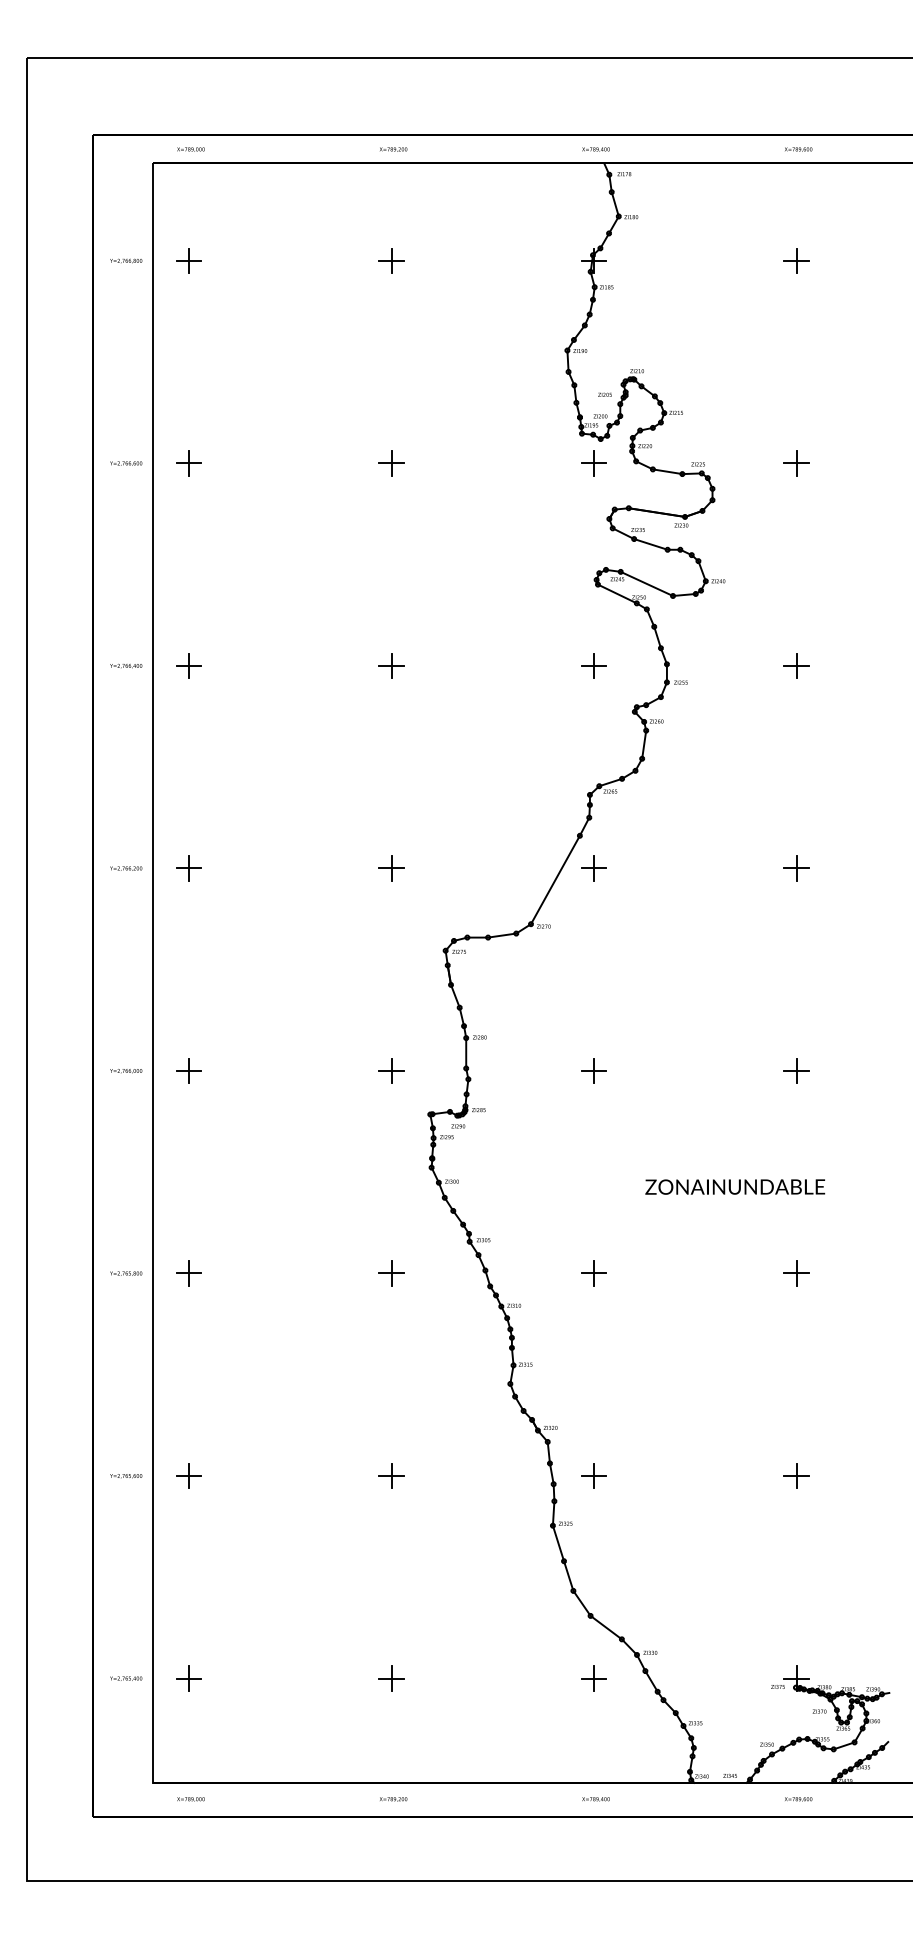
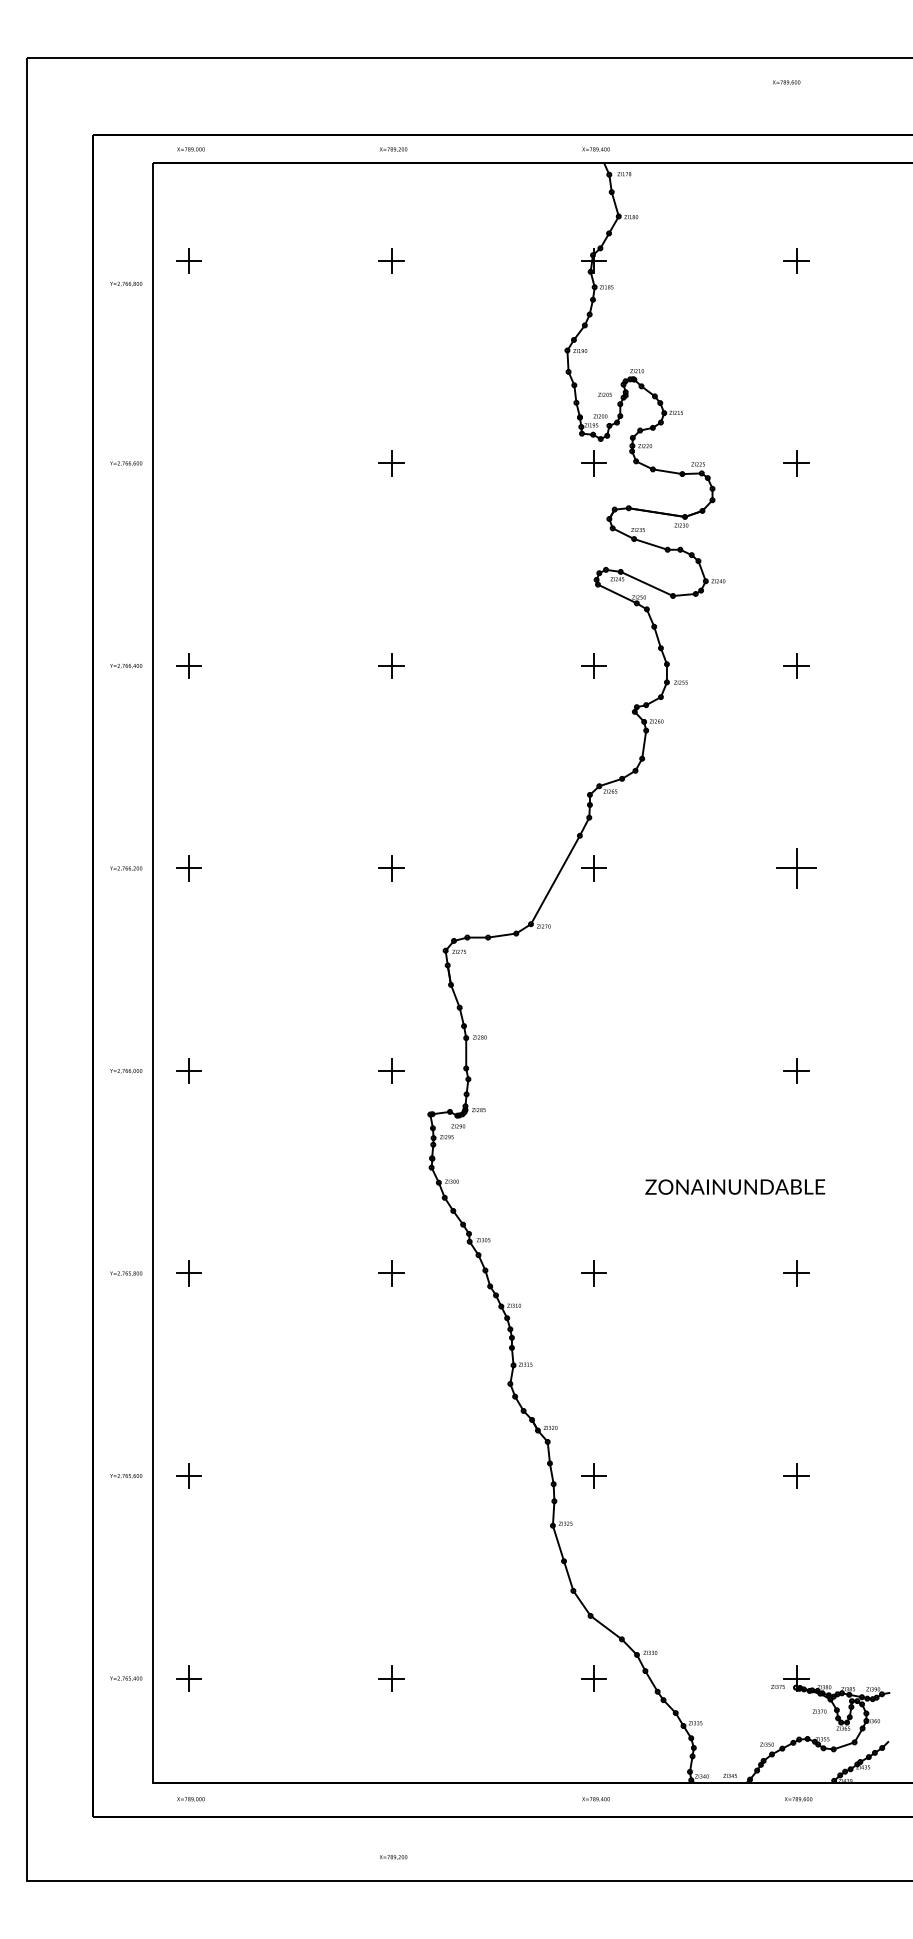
text at (798, 149) position: (798, 149) -> (786, 82)
text at (126, 260) position: (126, 260) -> (126, 283)
part at (188, 463): present -> none
part at (796, 868) size: 27x27 px -> 41x41 px
part at (593, 1070): present -> none
part at (391, 1475): present -> none
text at (393, 1799) position: (393, 1799) -> (393, 1857)
